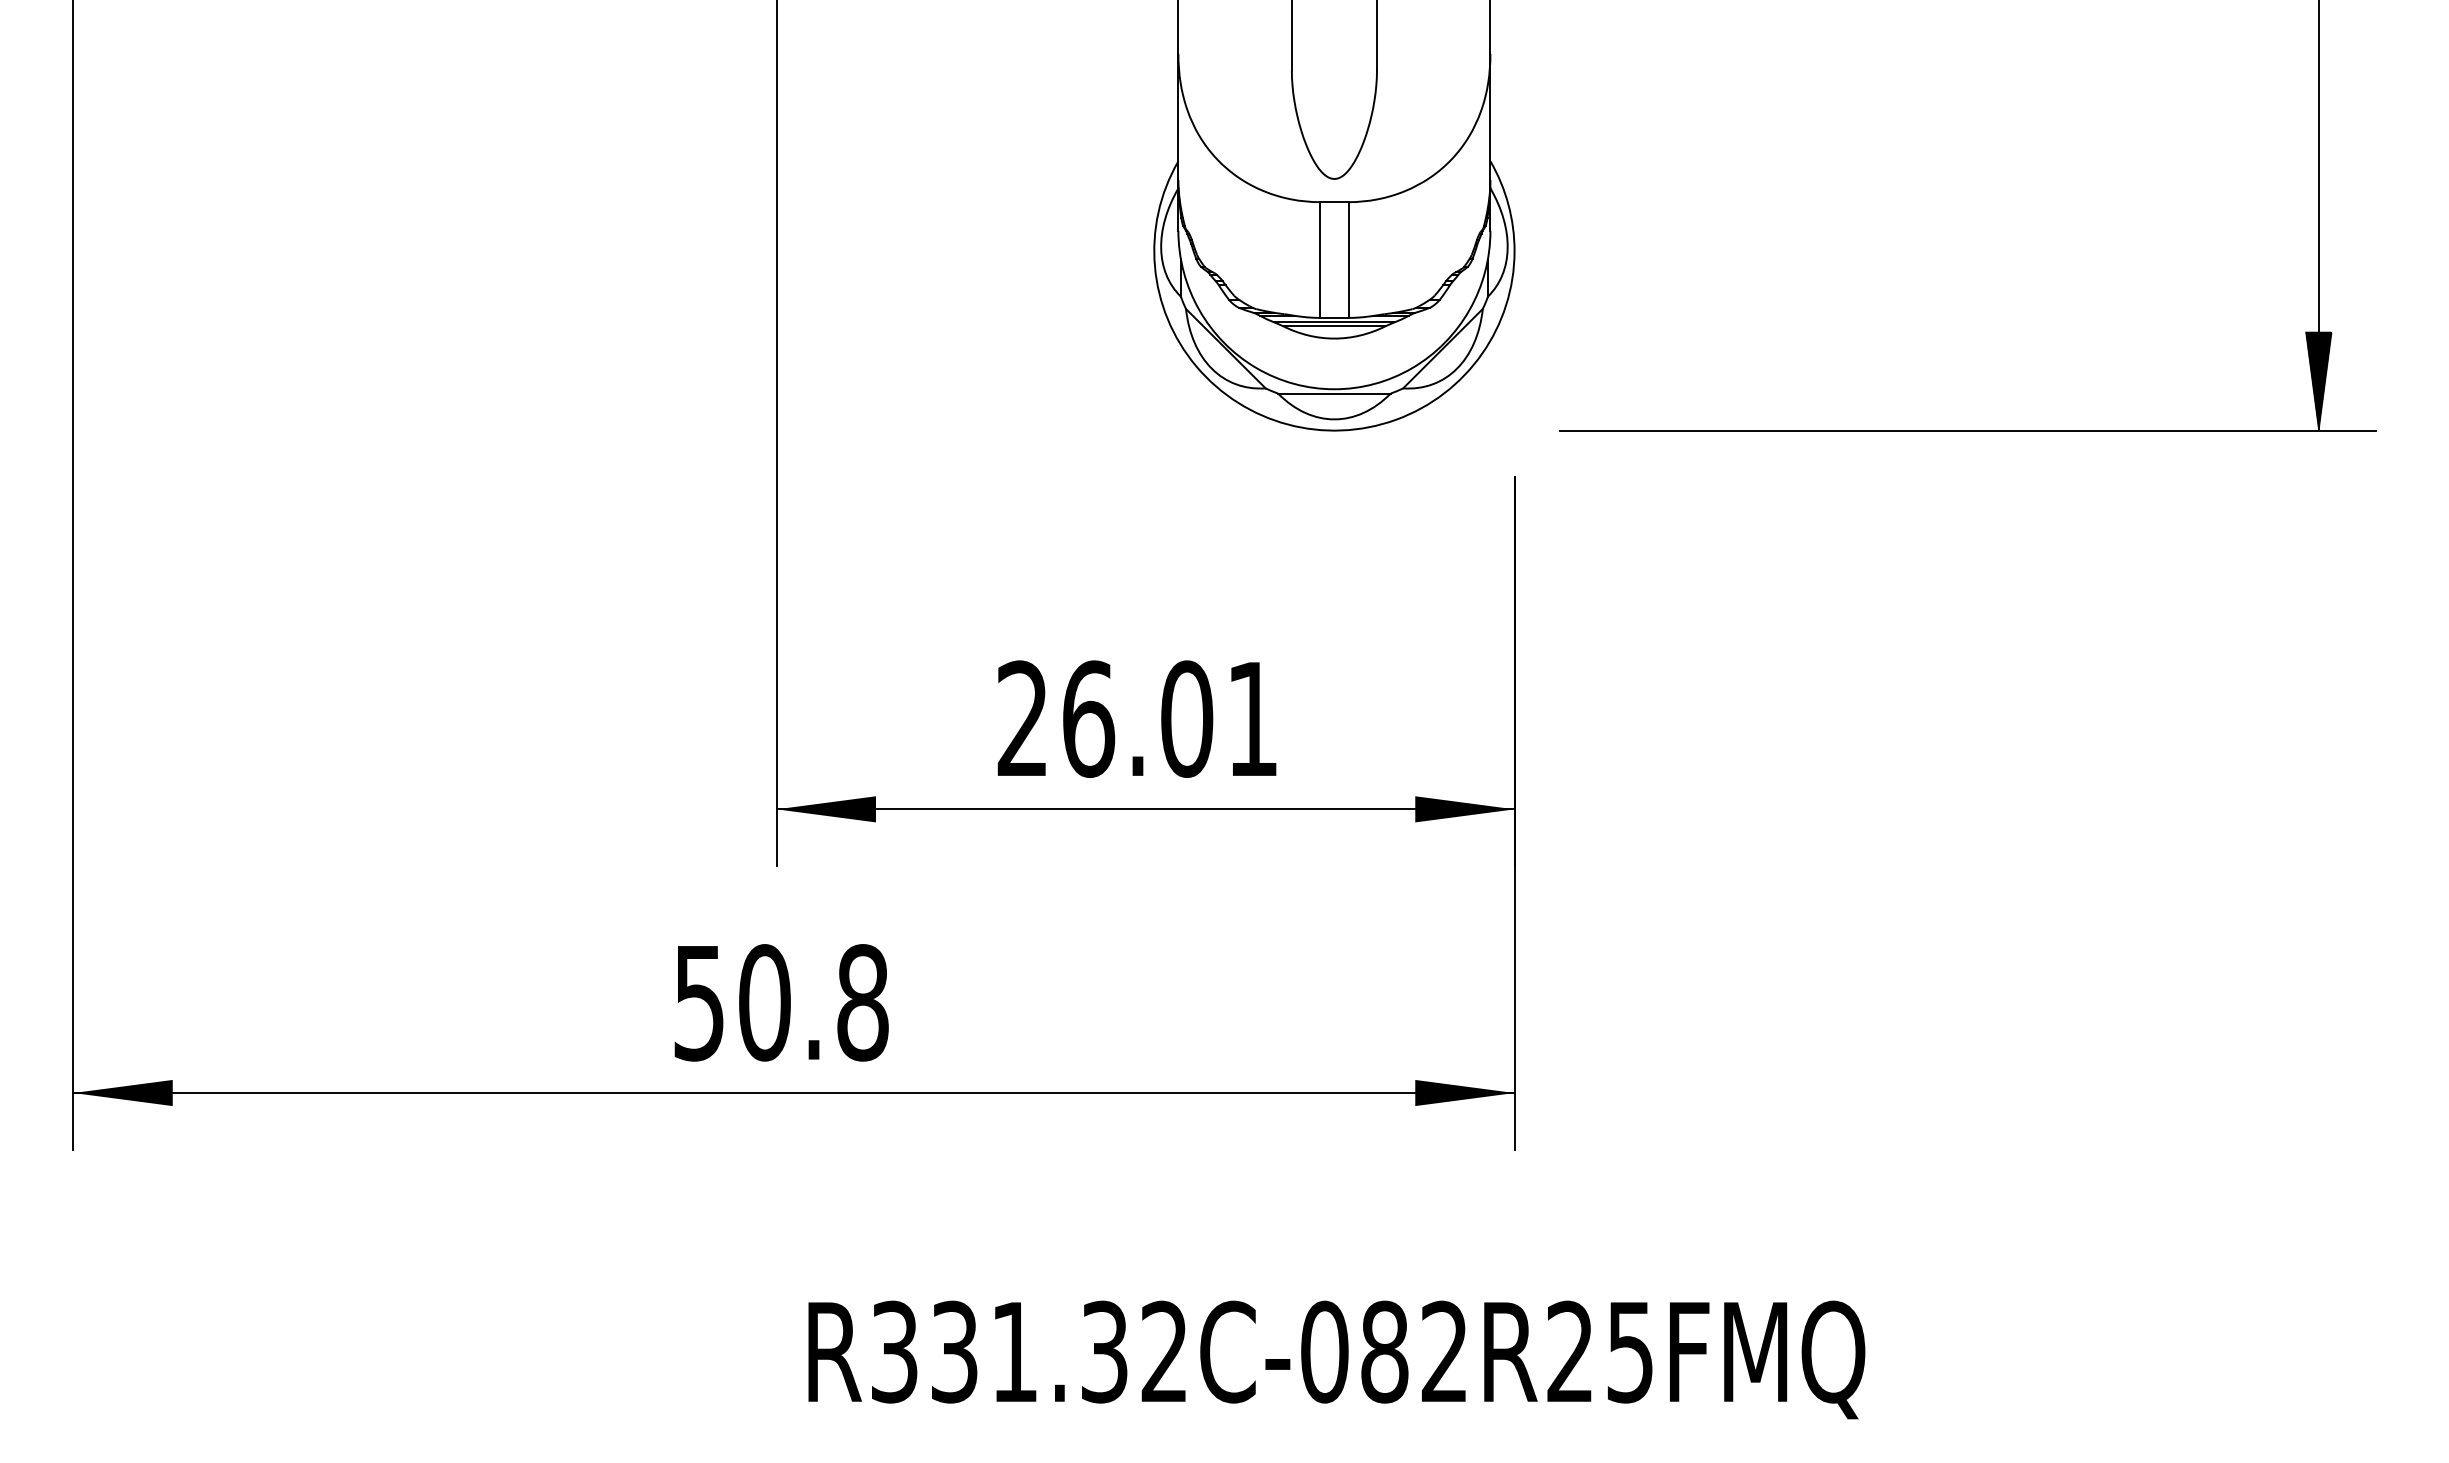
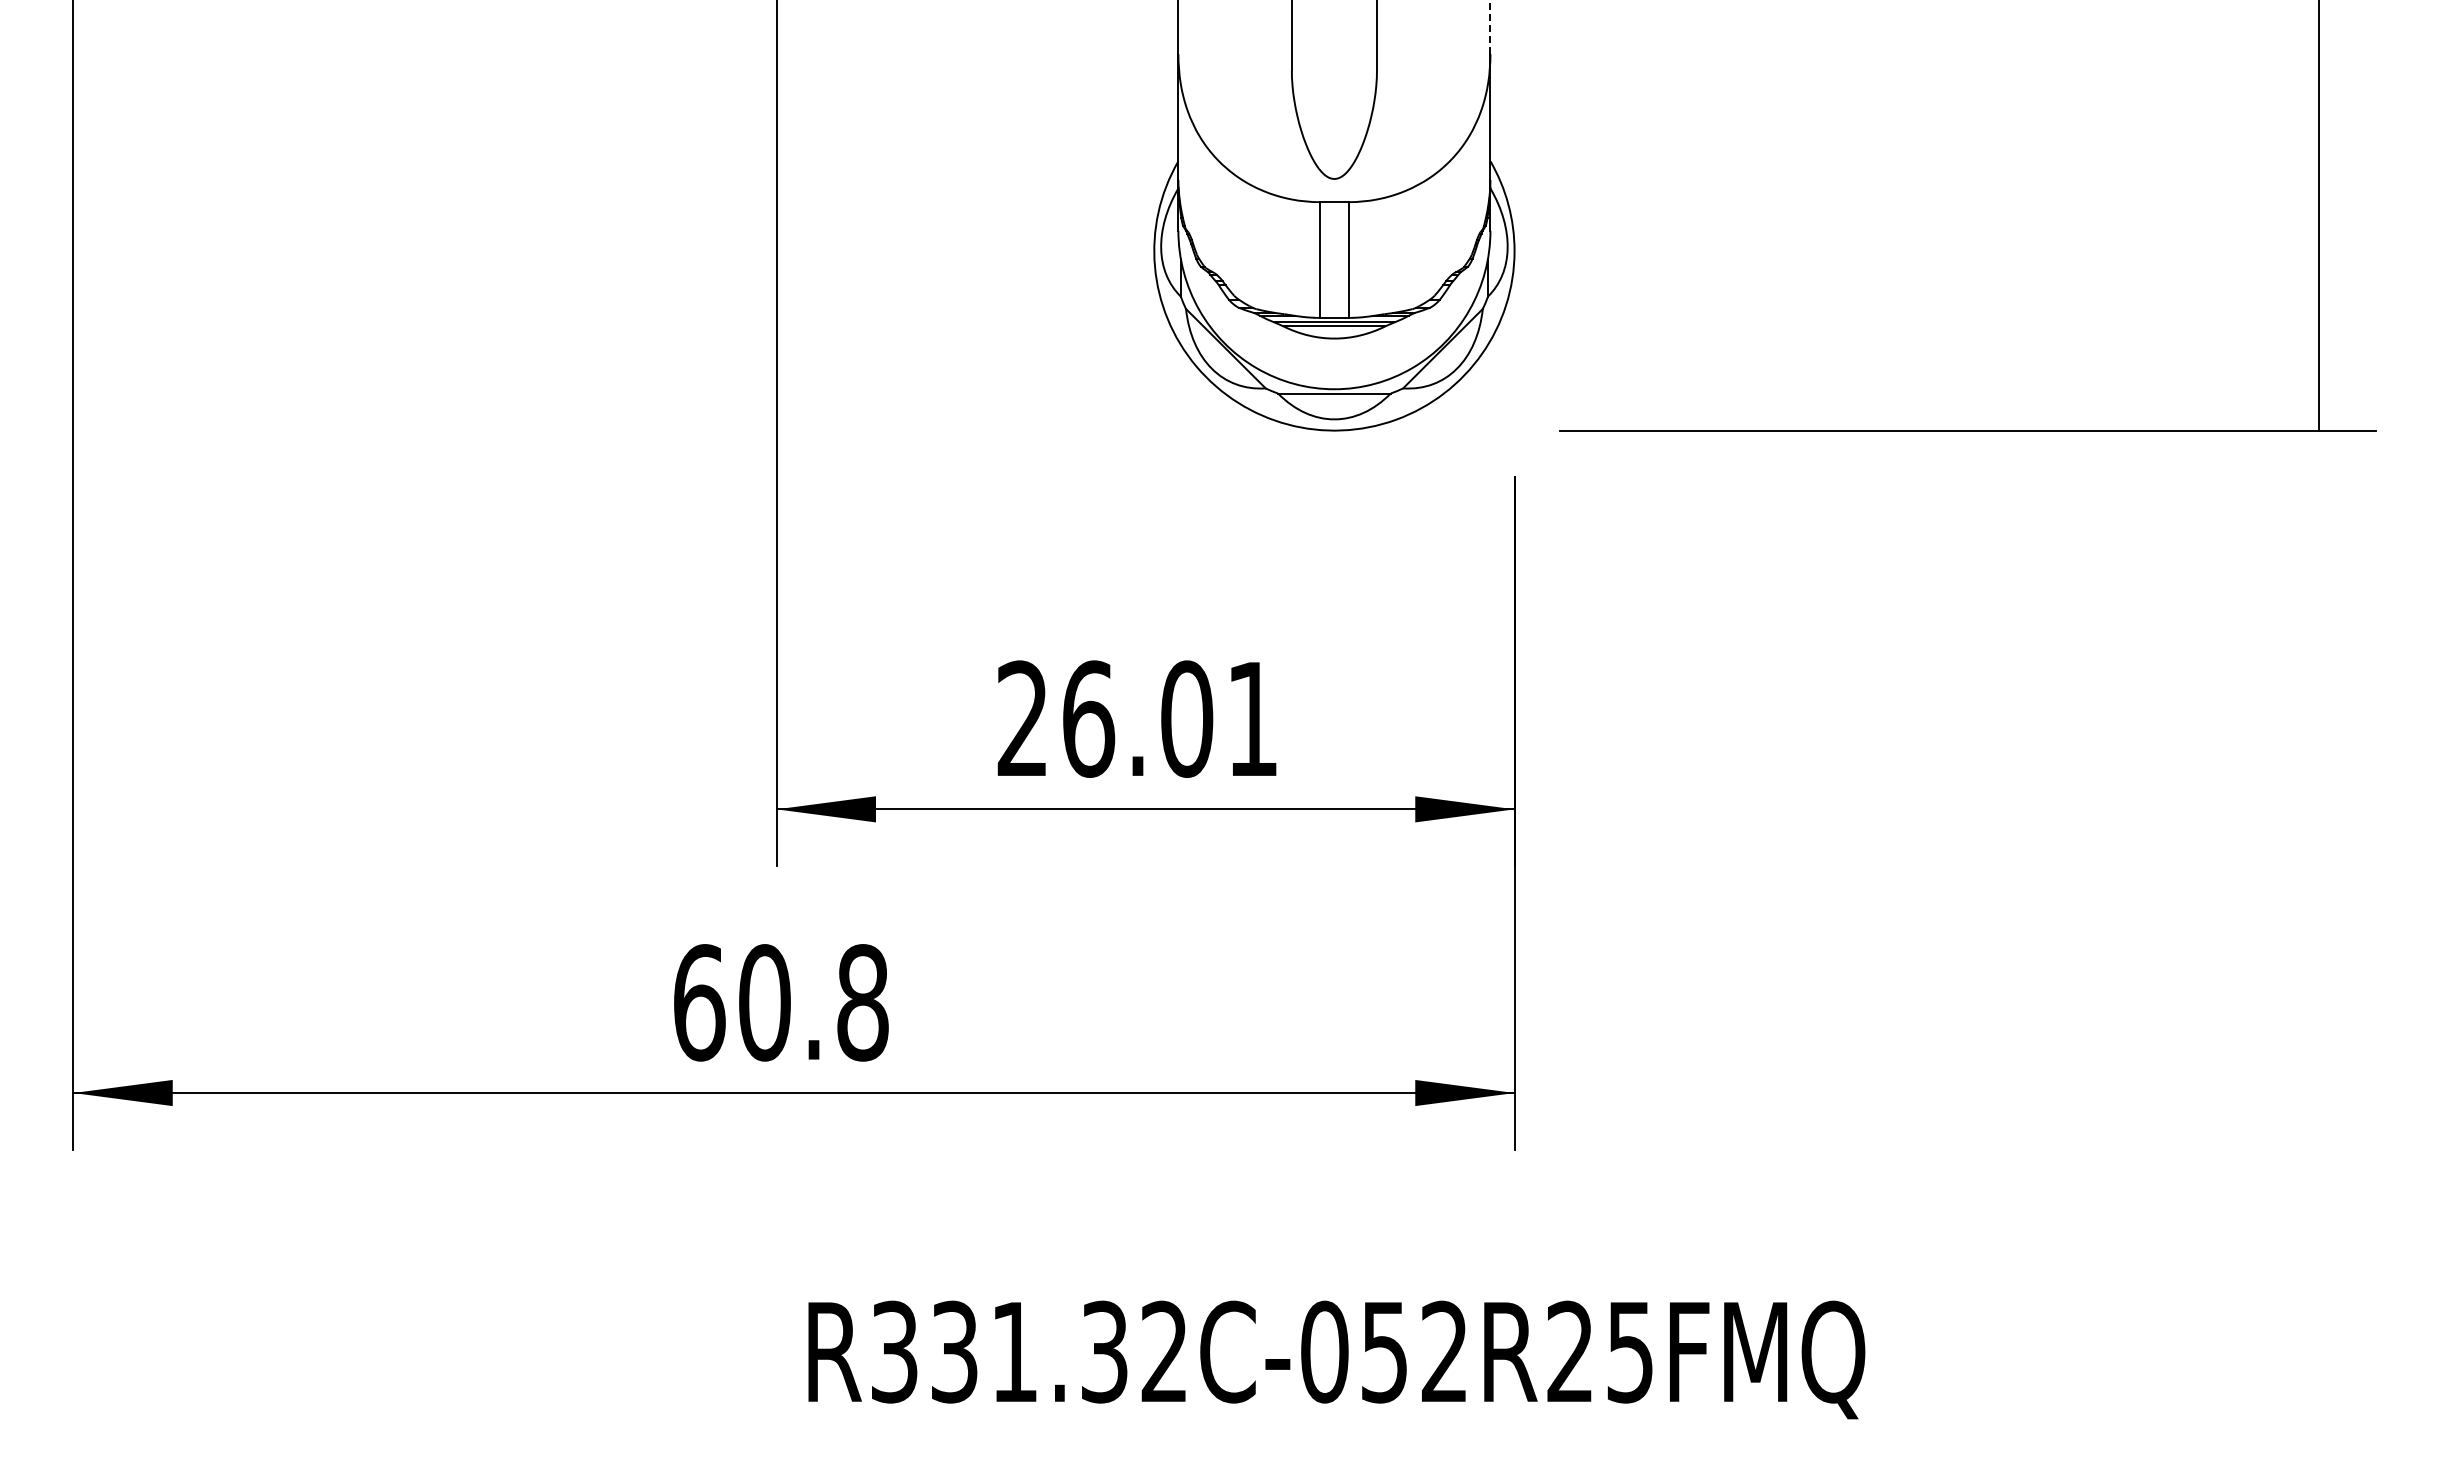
line at (1490, 27): solid -> dashed
hatch at (2318, 381): present -> none
text at (699, 1002): 50.8 -> 60.8
text at (1384, 1351): R331.32C-082R25FMQ -> R331.32C-052R25FMQ
